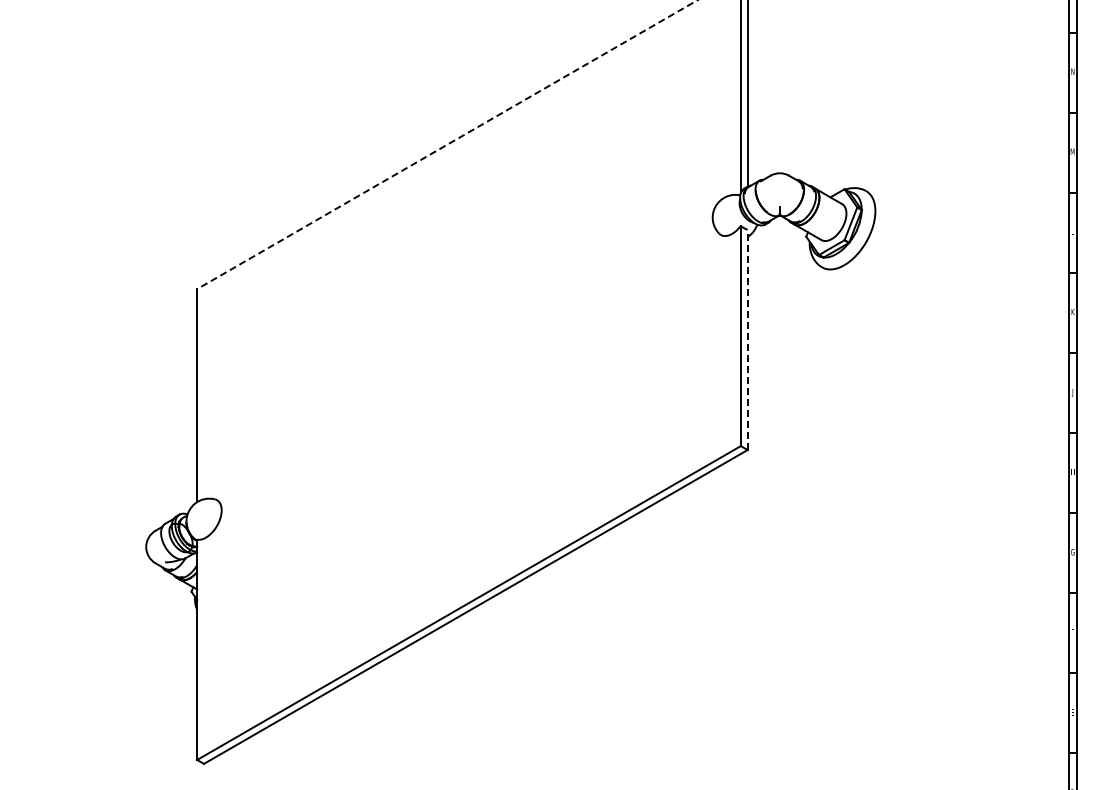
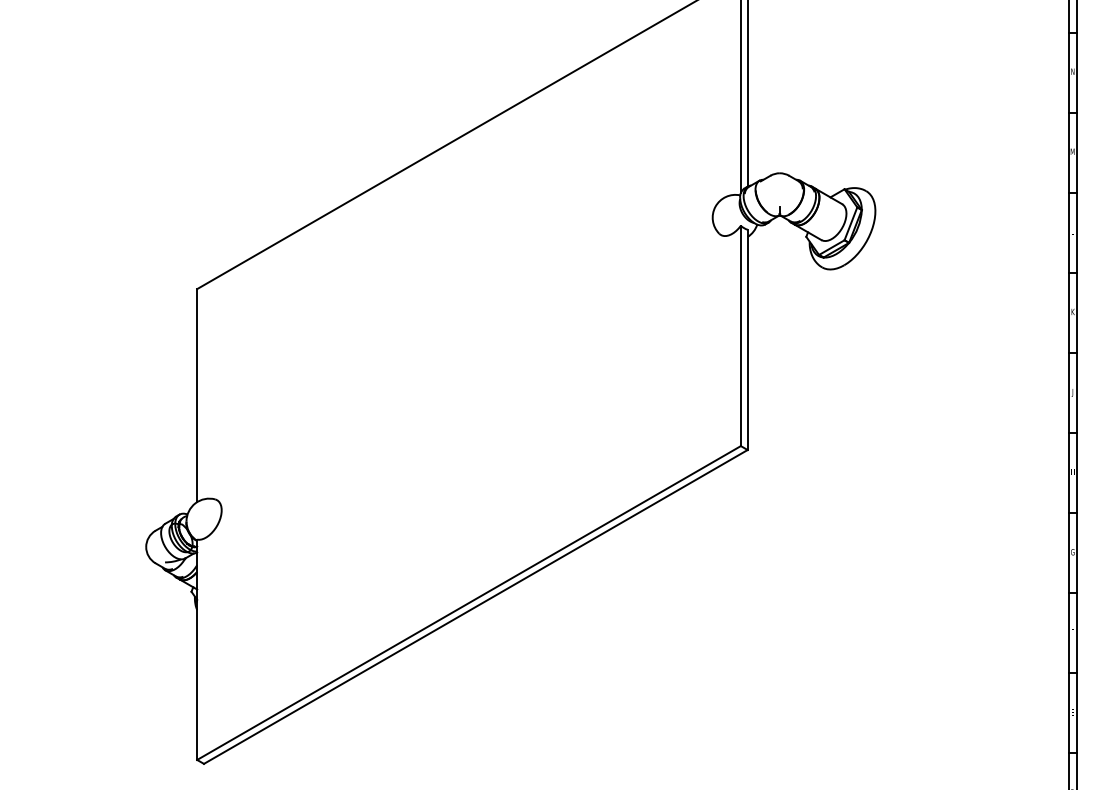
line at (447, 144): dashed -> solid
line at (747, 339): dashed -> solid
